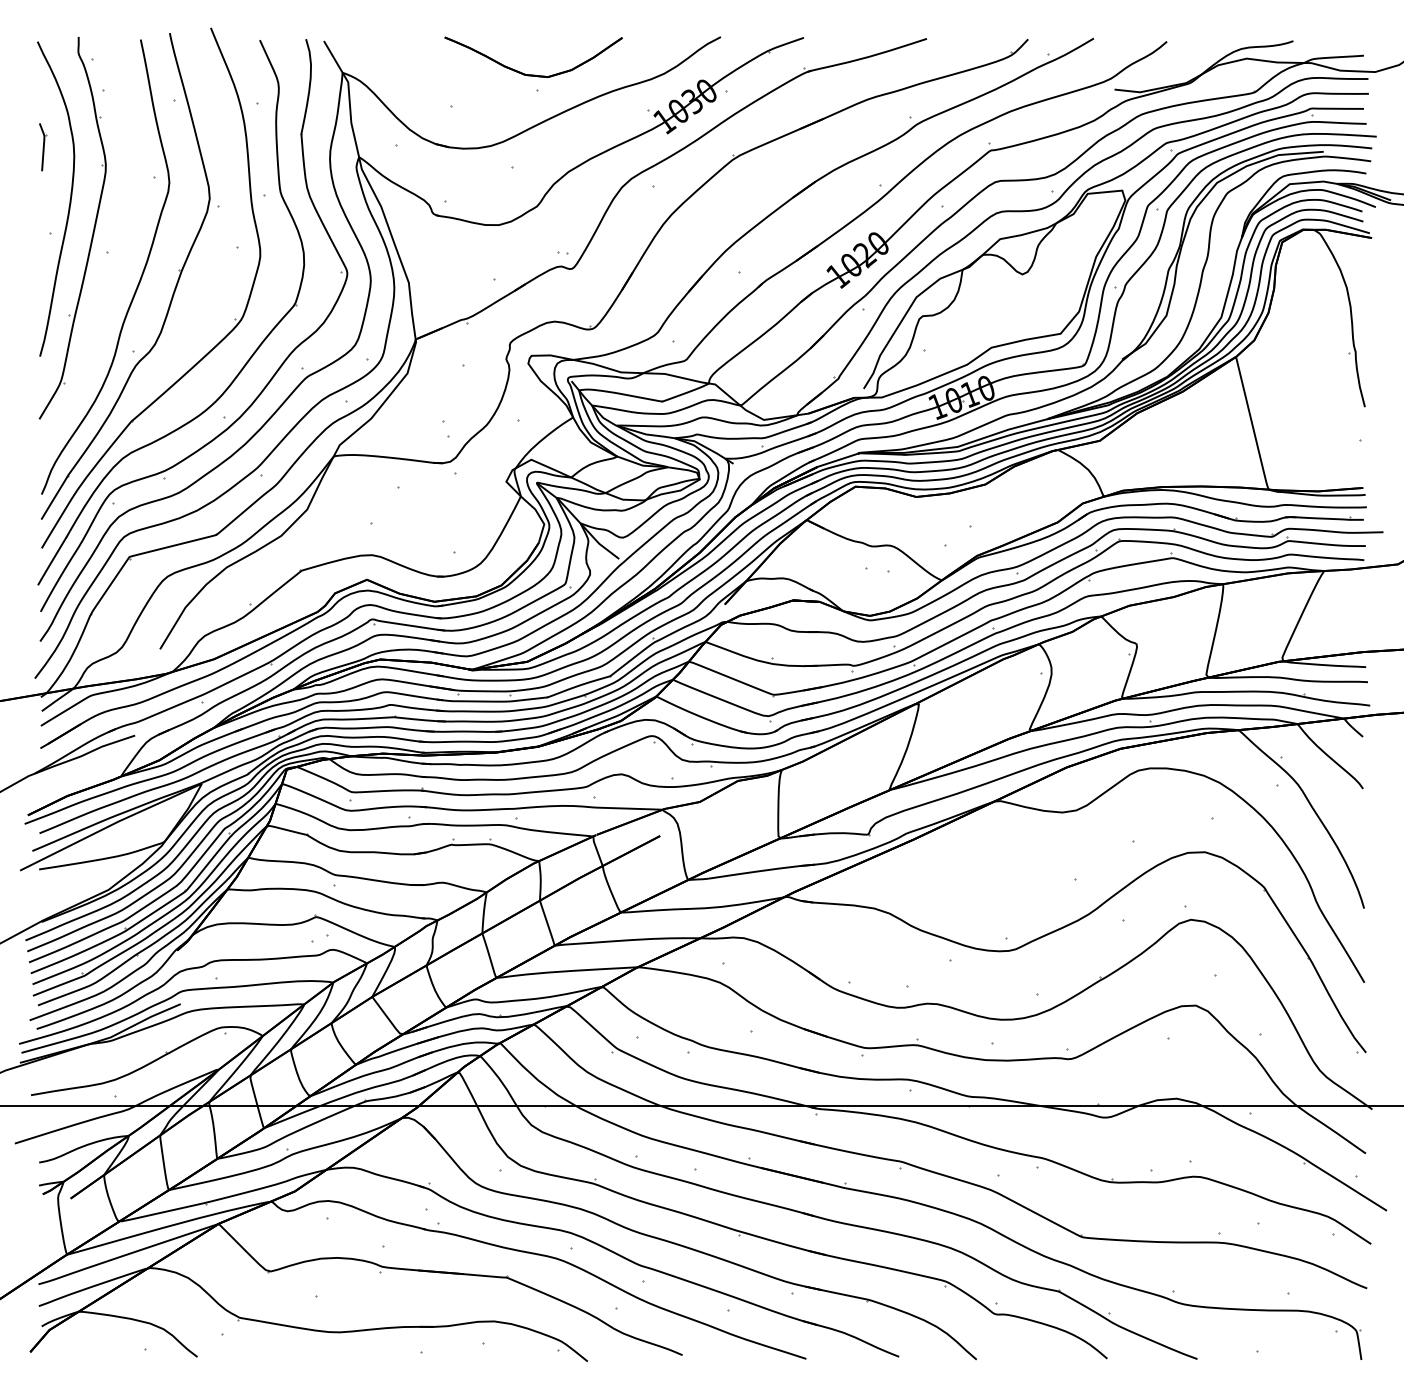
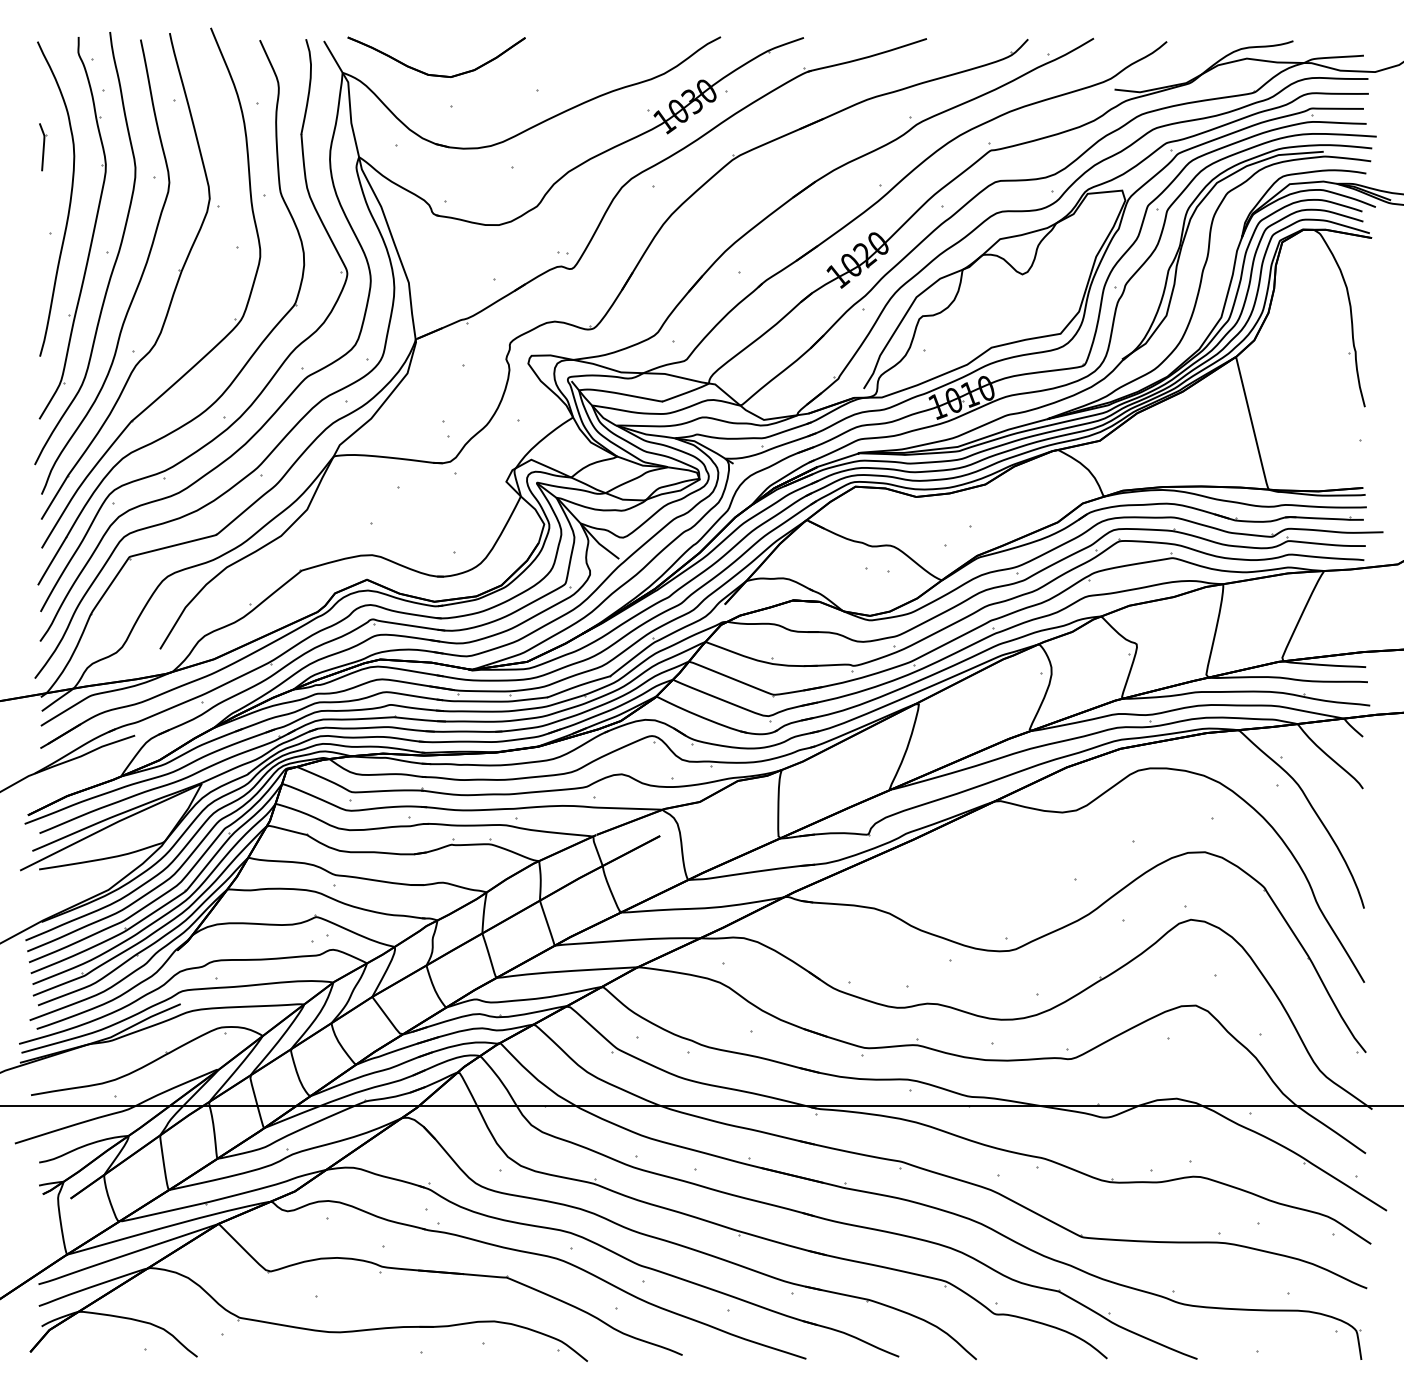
part at (533, 74) position: (533, 74) -> (436, 74)
curve at (115, 258): none -> present
